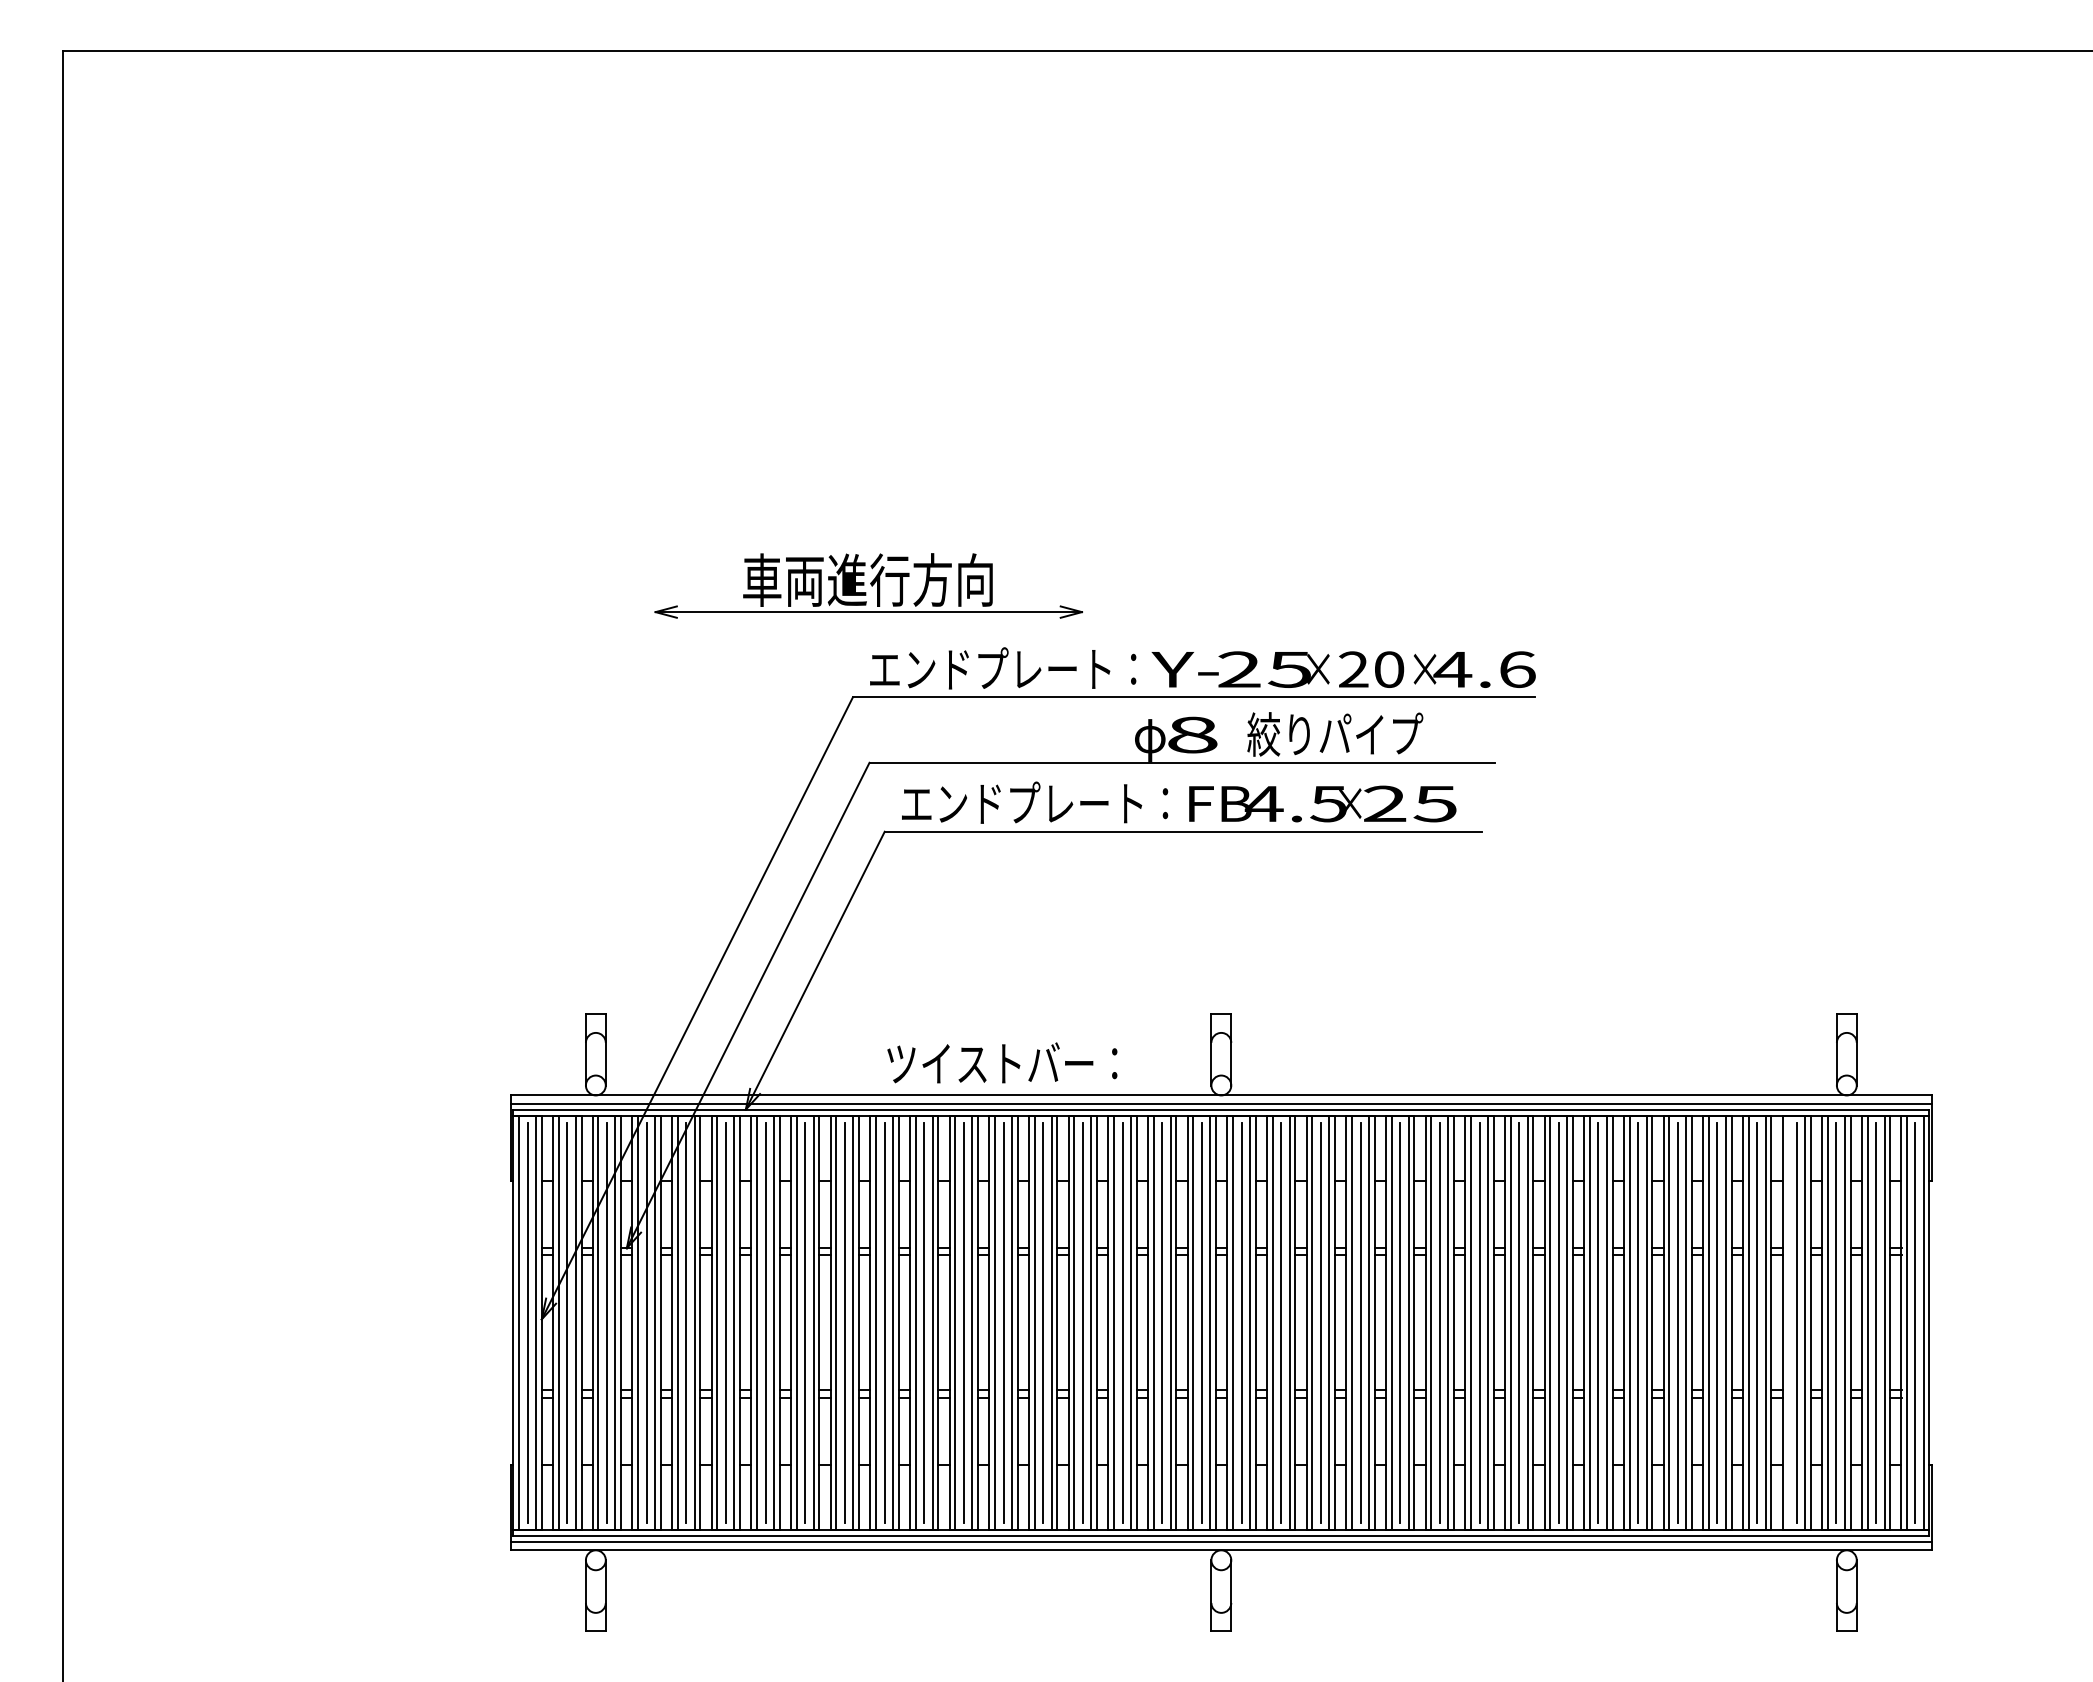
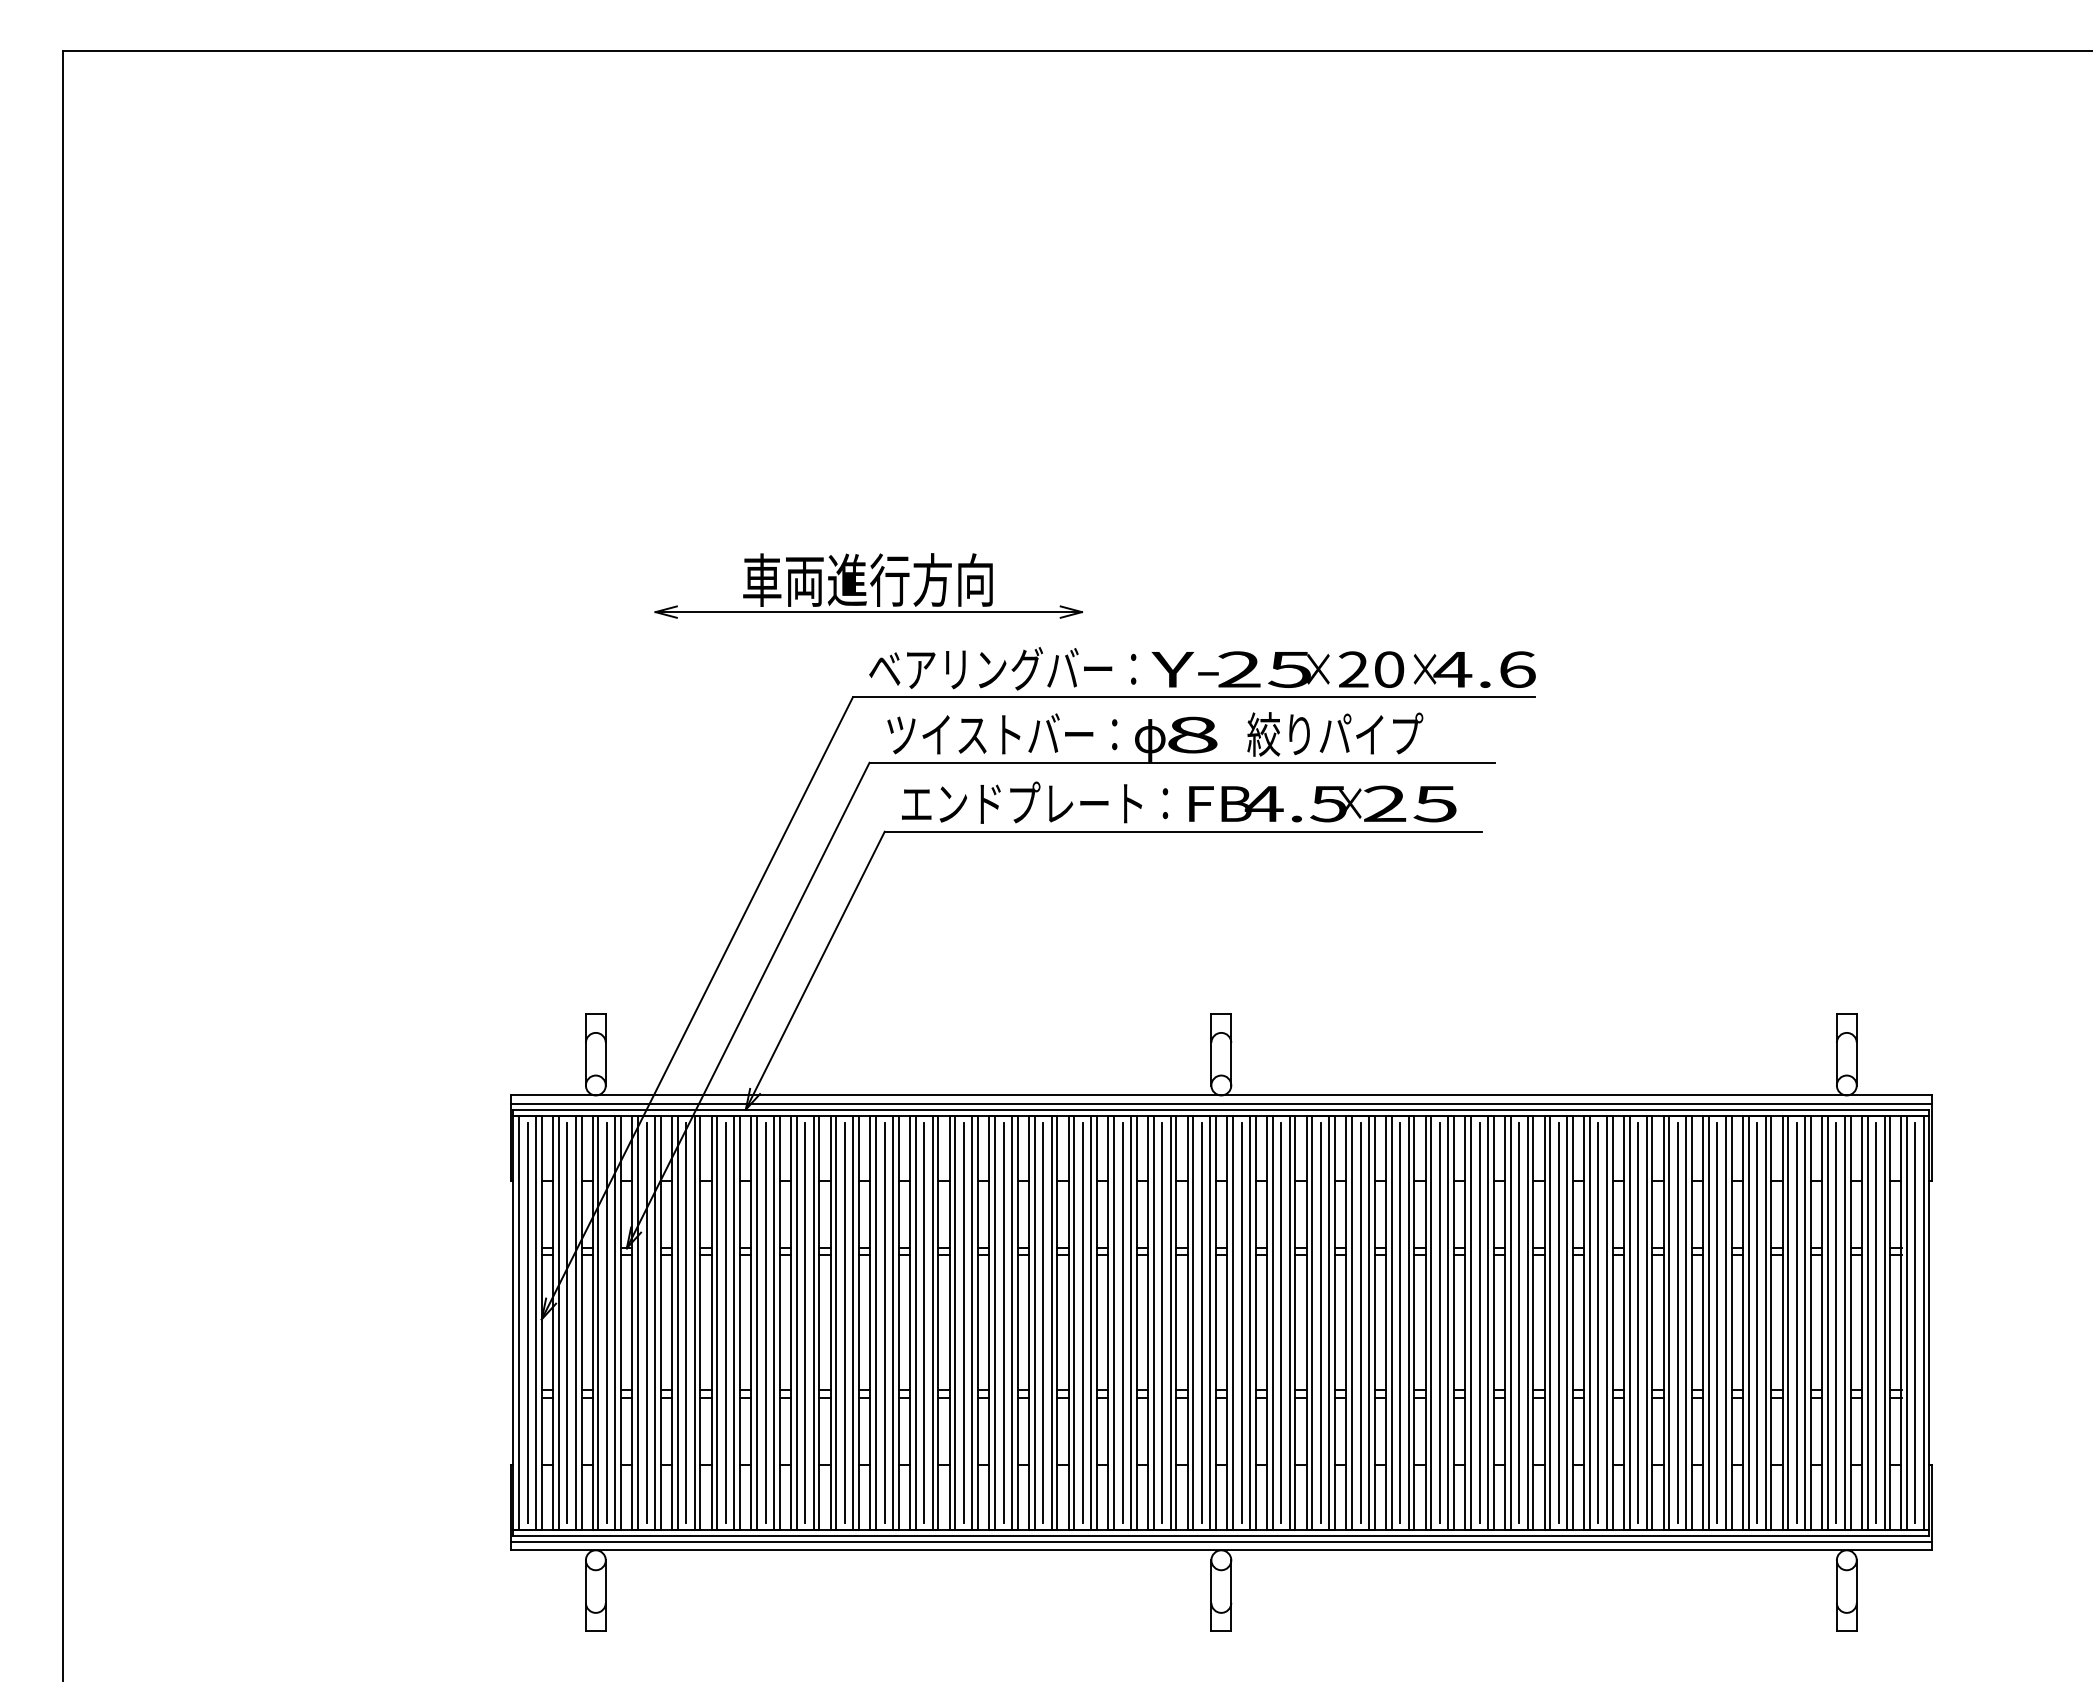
text at (990, 668): エンドプレート： -> ベアリングバー：
text at (1002, 1062) position: (1002, 1062) -> (1002, 733)
line at (1788, 1322): none -> present
